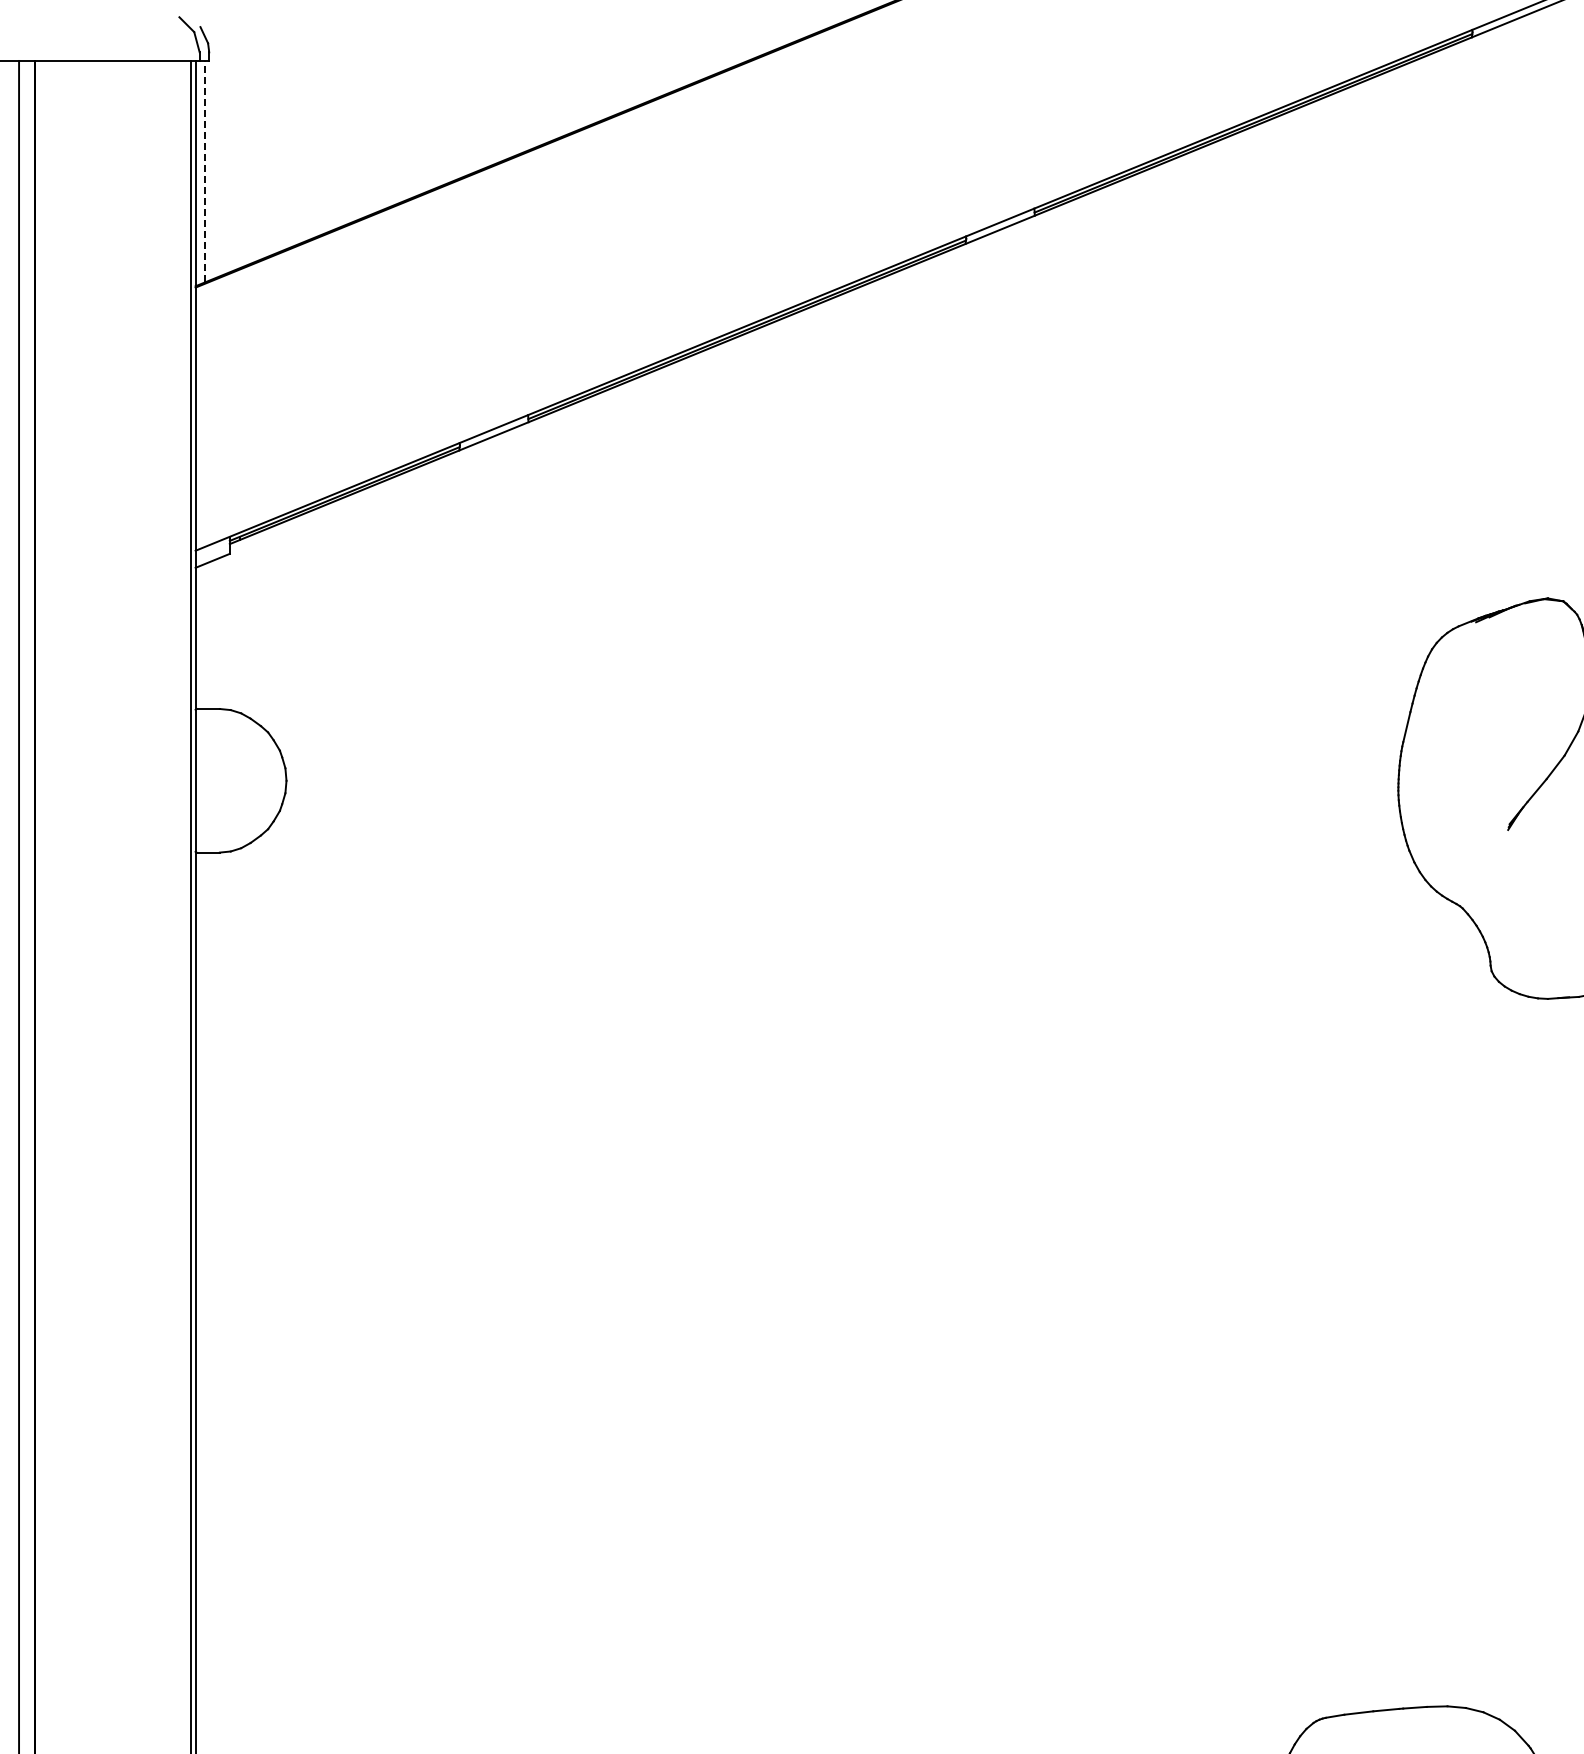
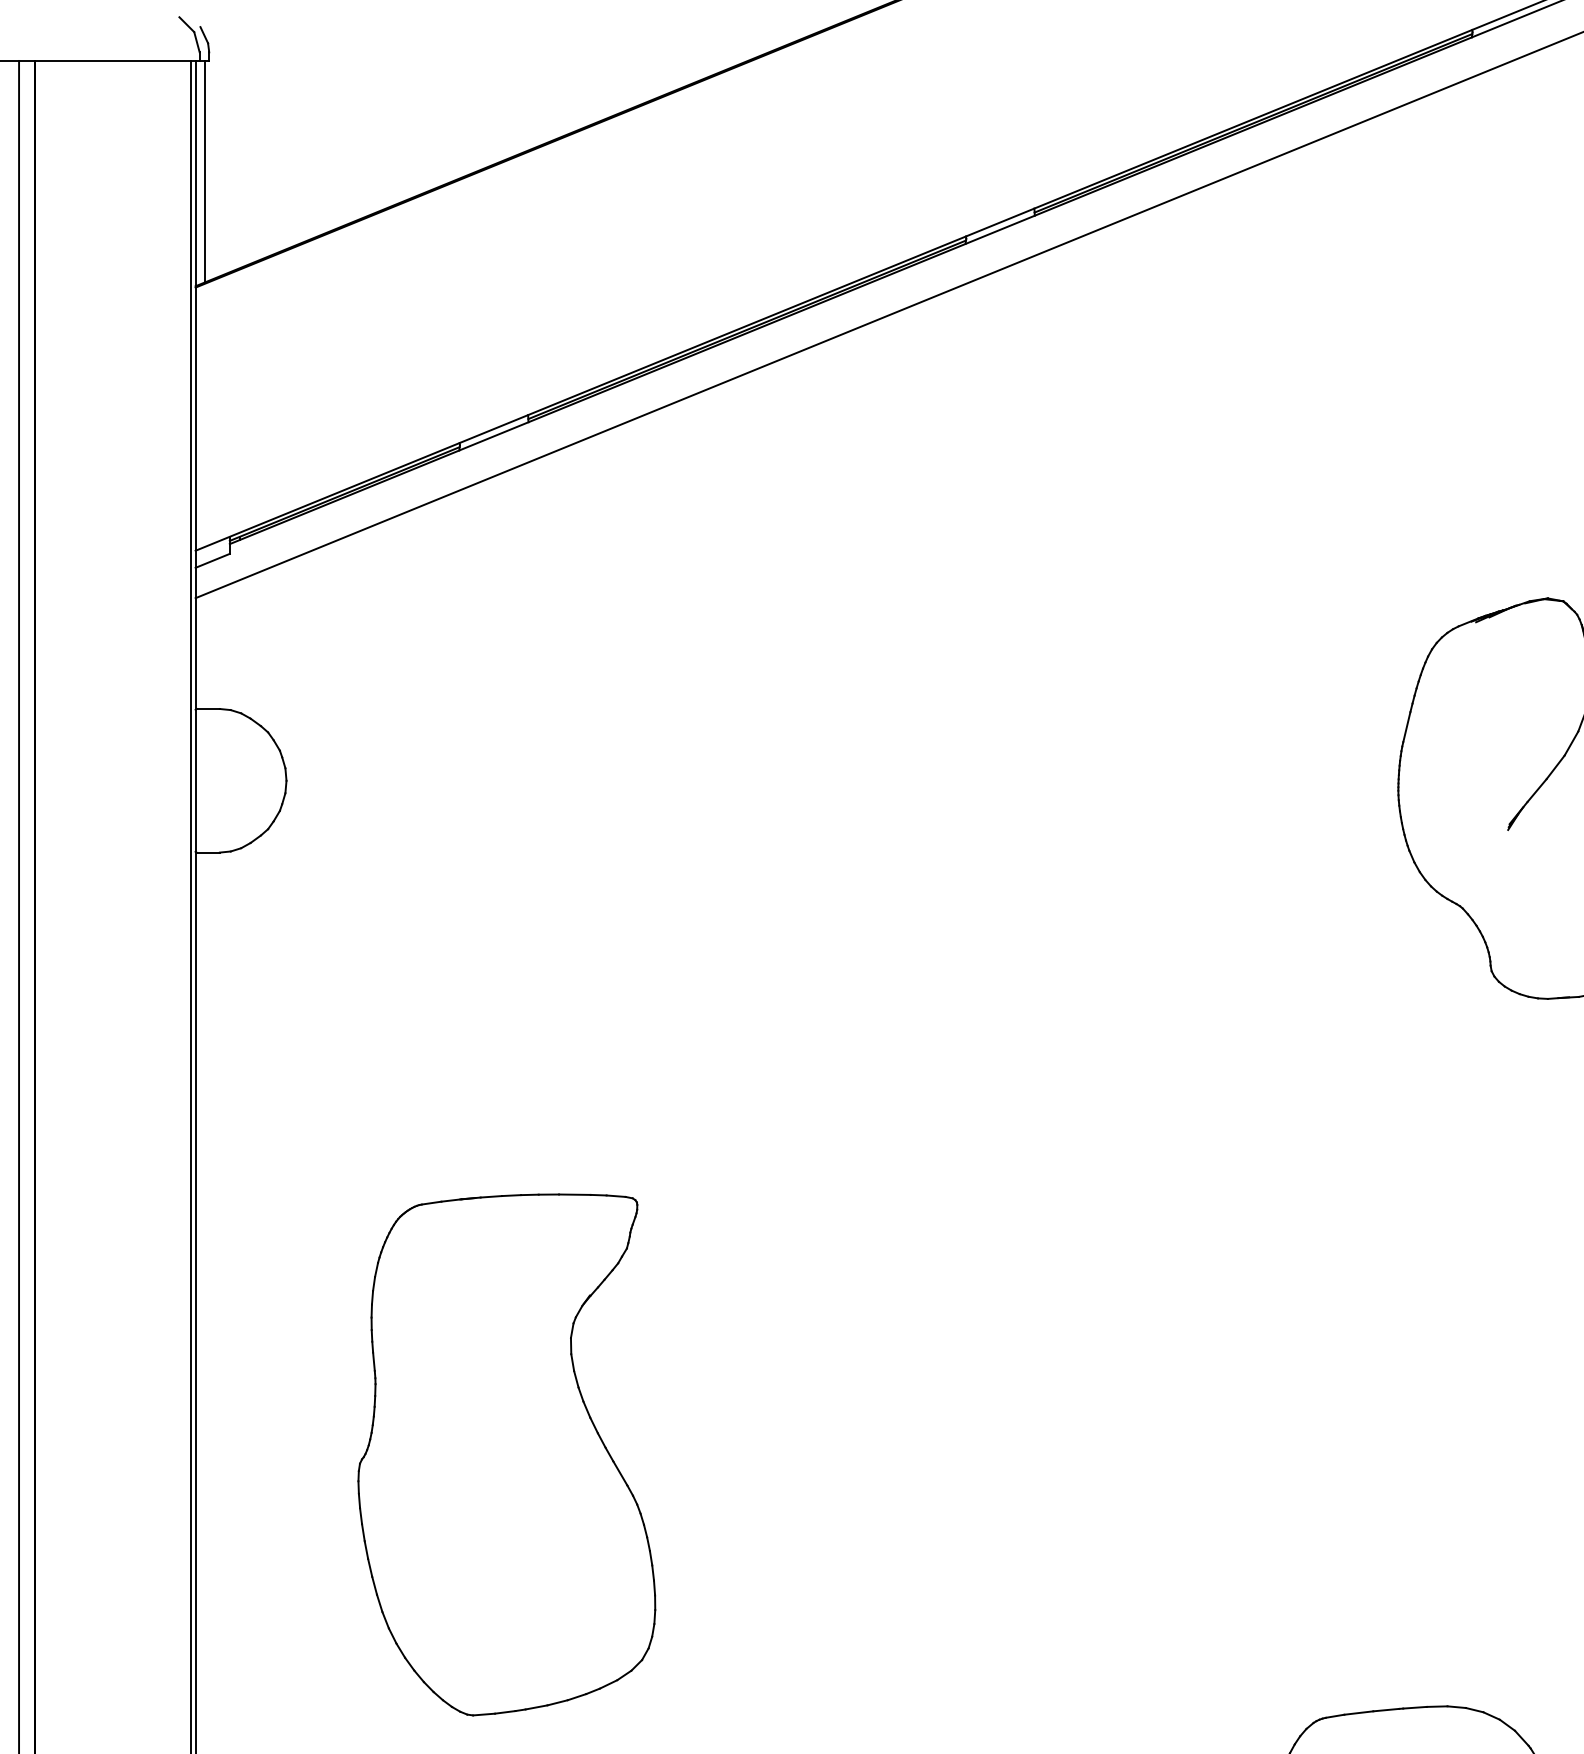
line at (204, 171): dashed -> solid
line at (887, 315): none -> present
part at (506, 1454): none -> present
